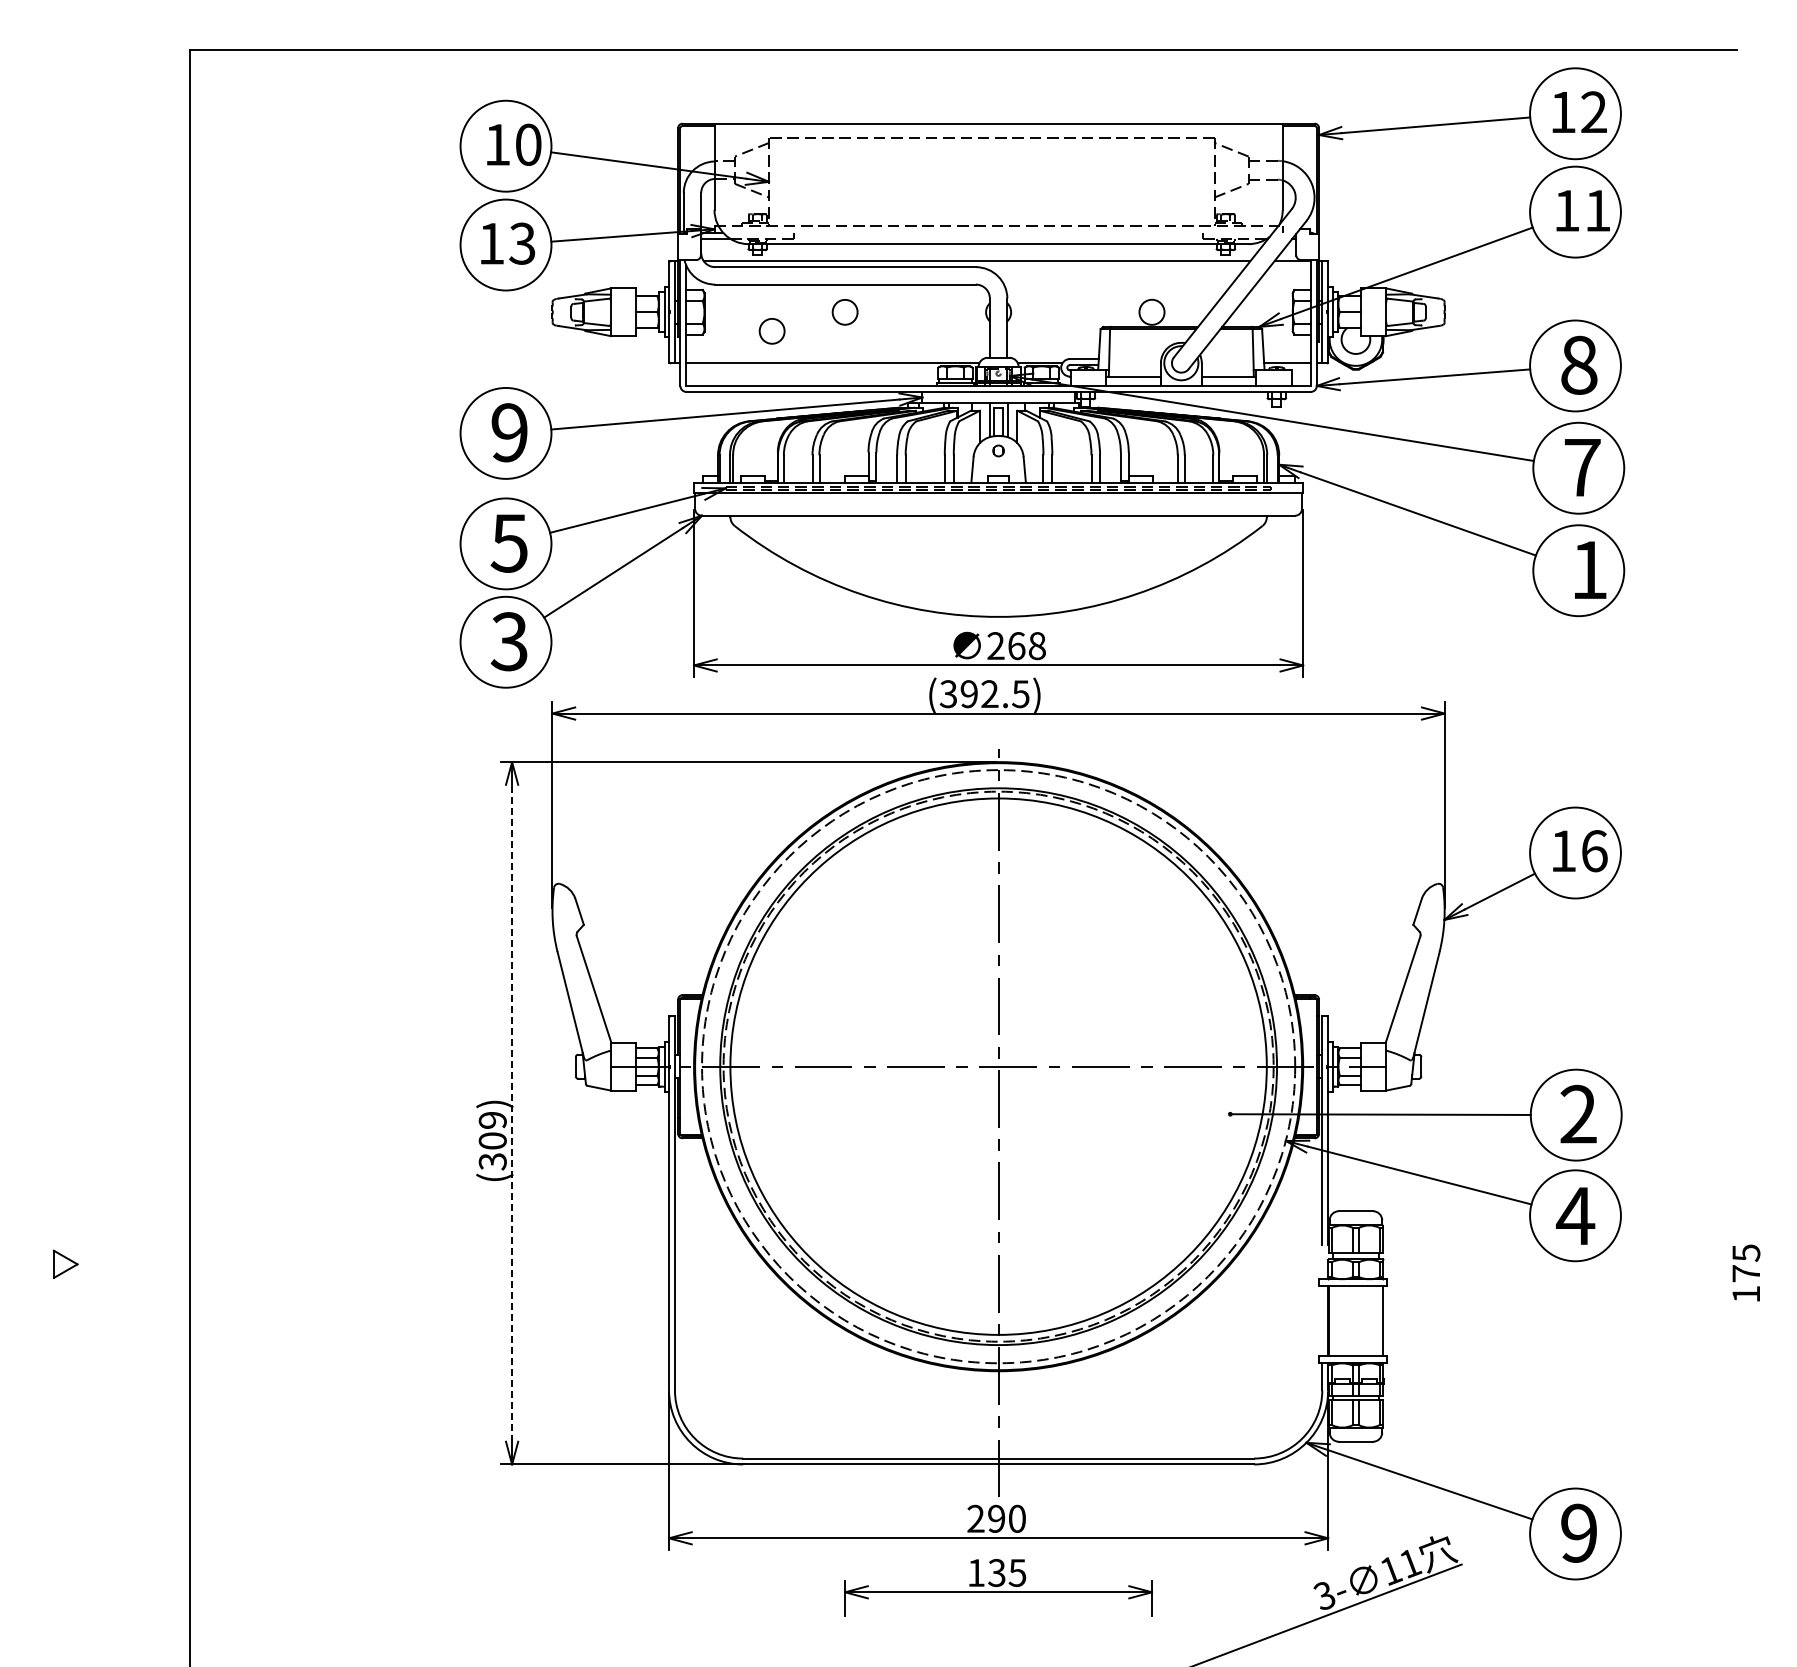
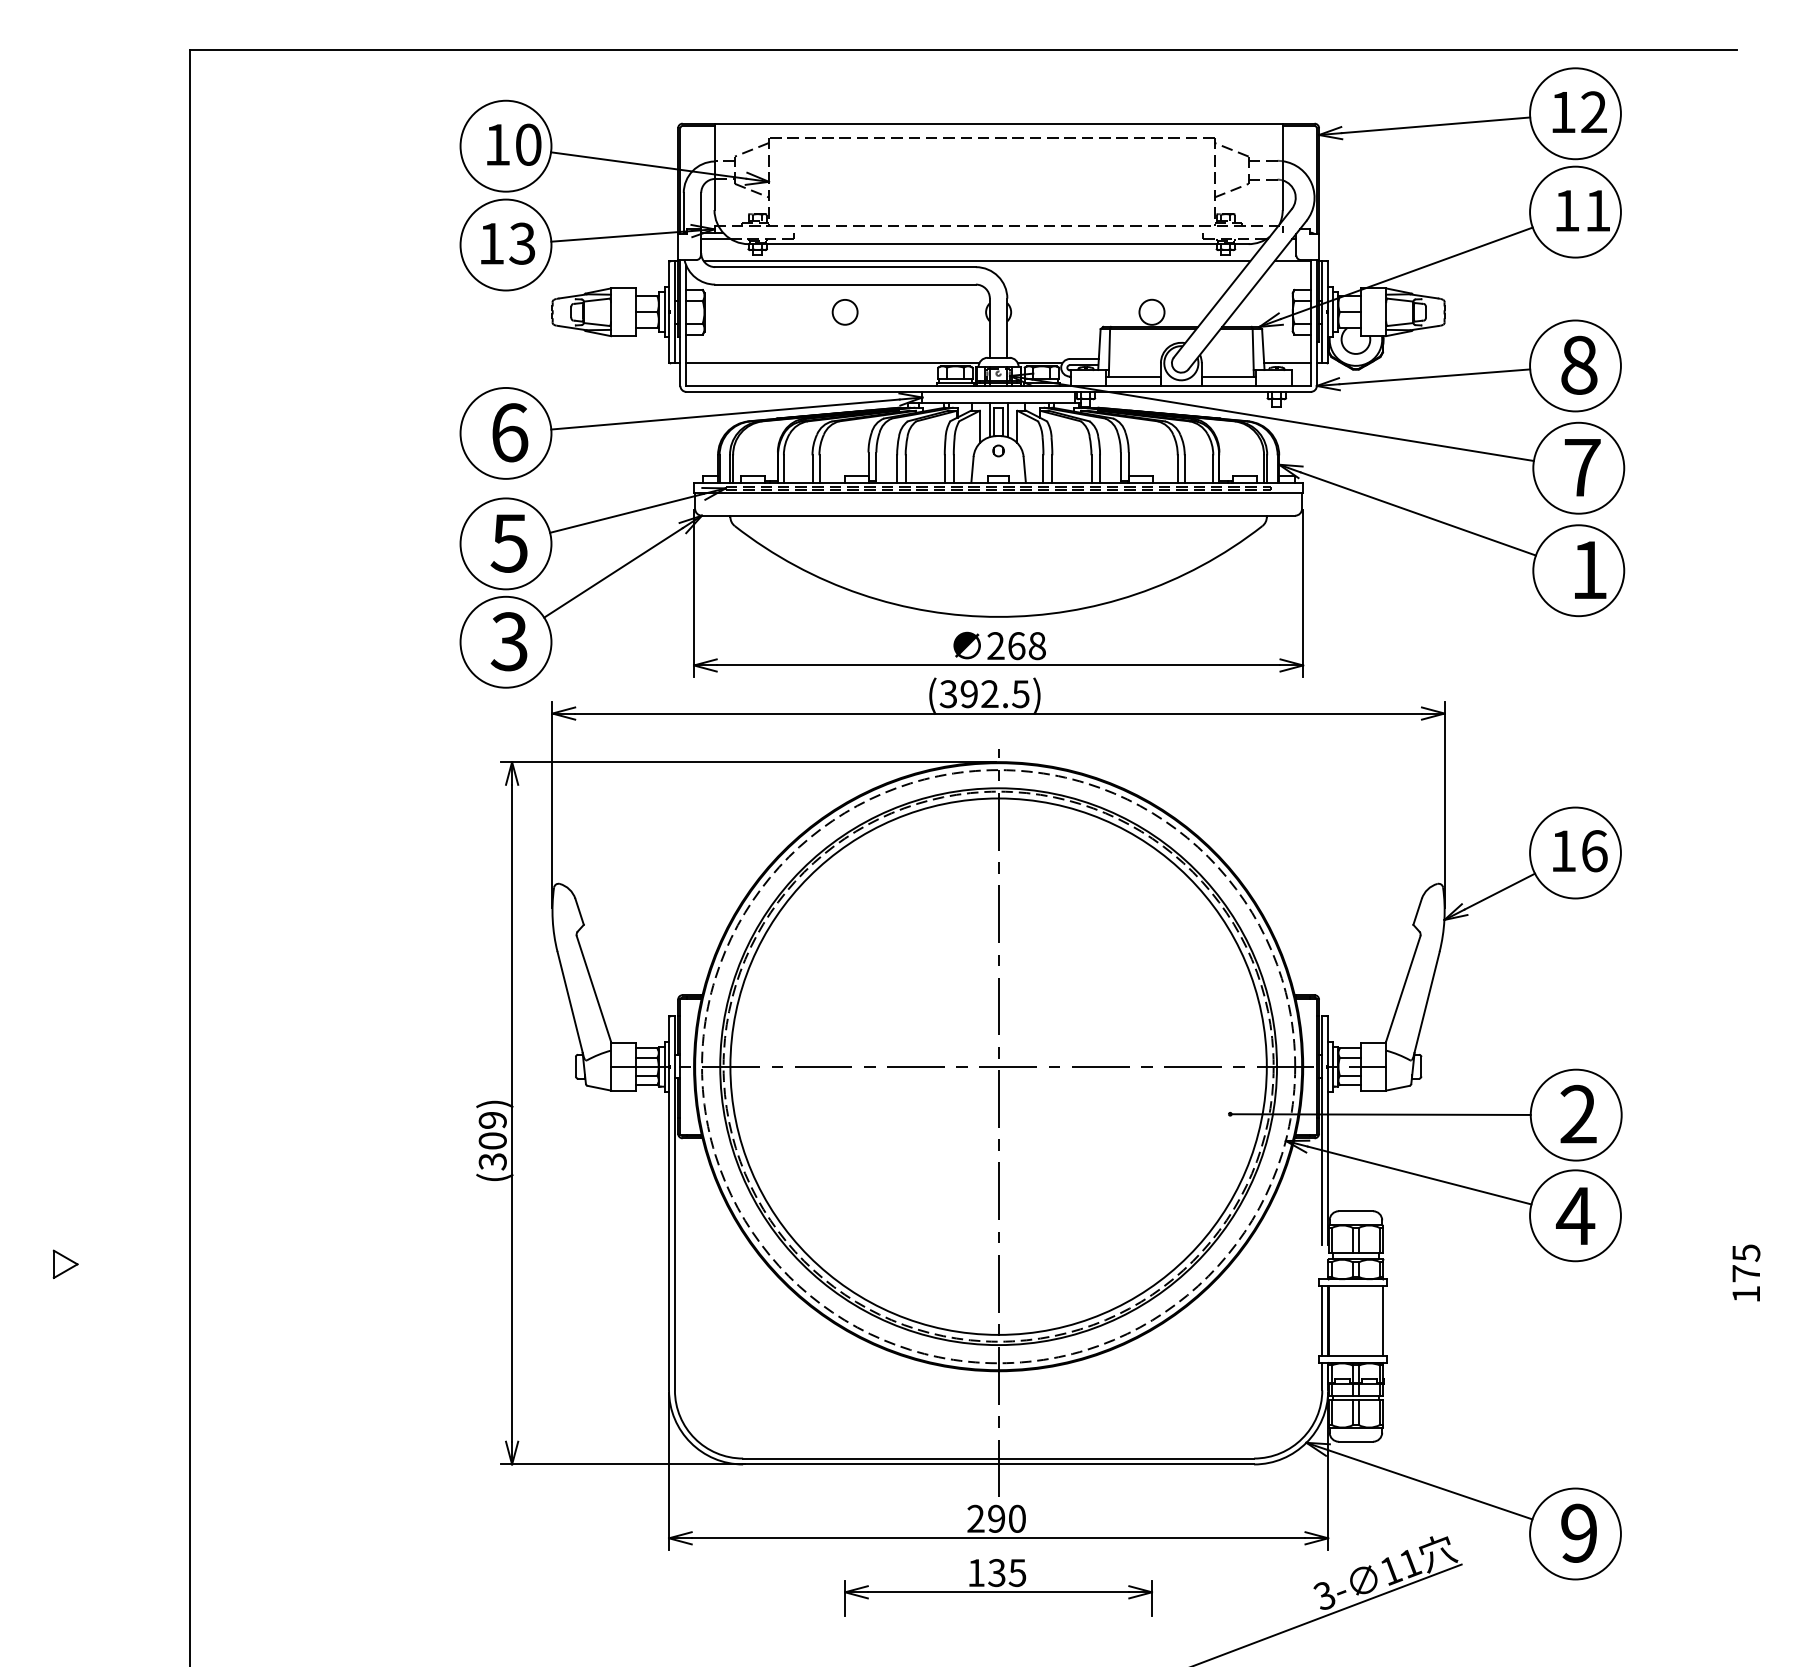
circle at (771, 331): present -> none
text at (509, 432): 9 -> 6
line at (512, 1112): dashed -> solid
line at (1322, 1321): none -> present
